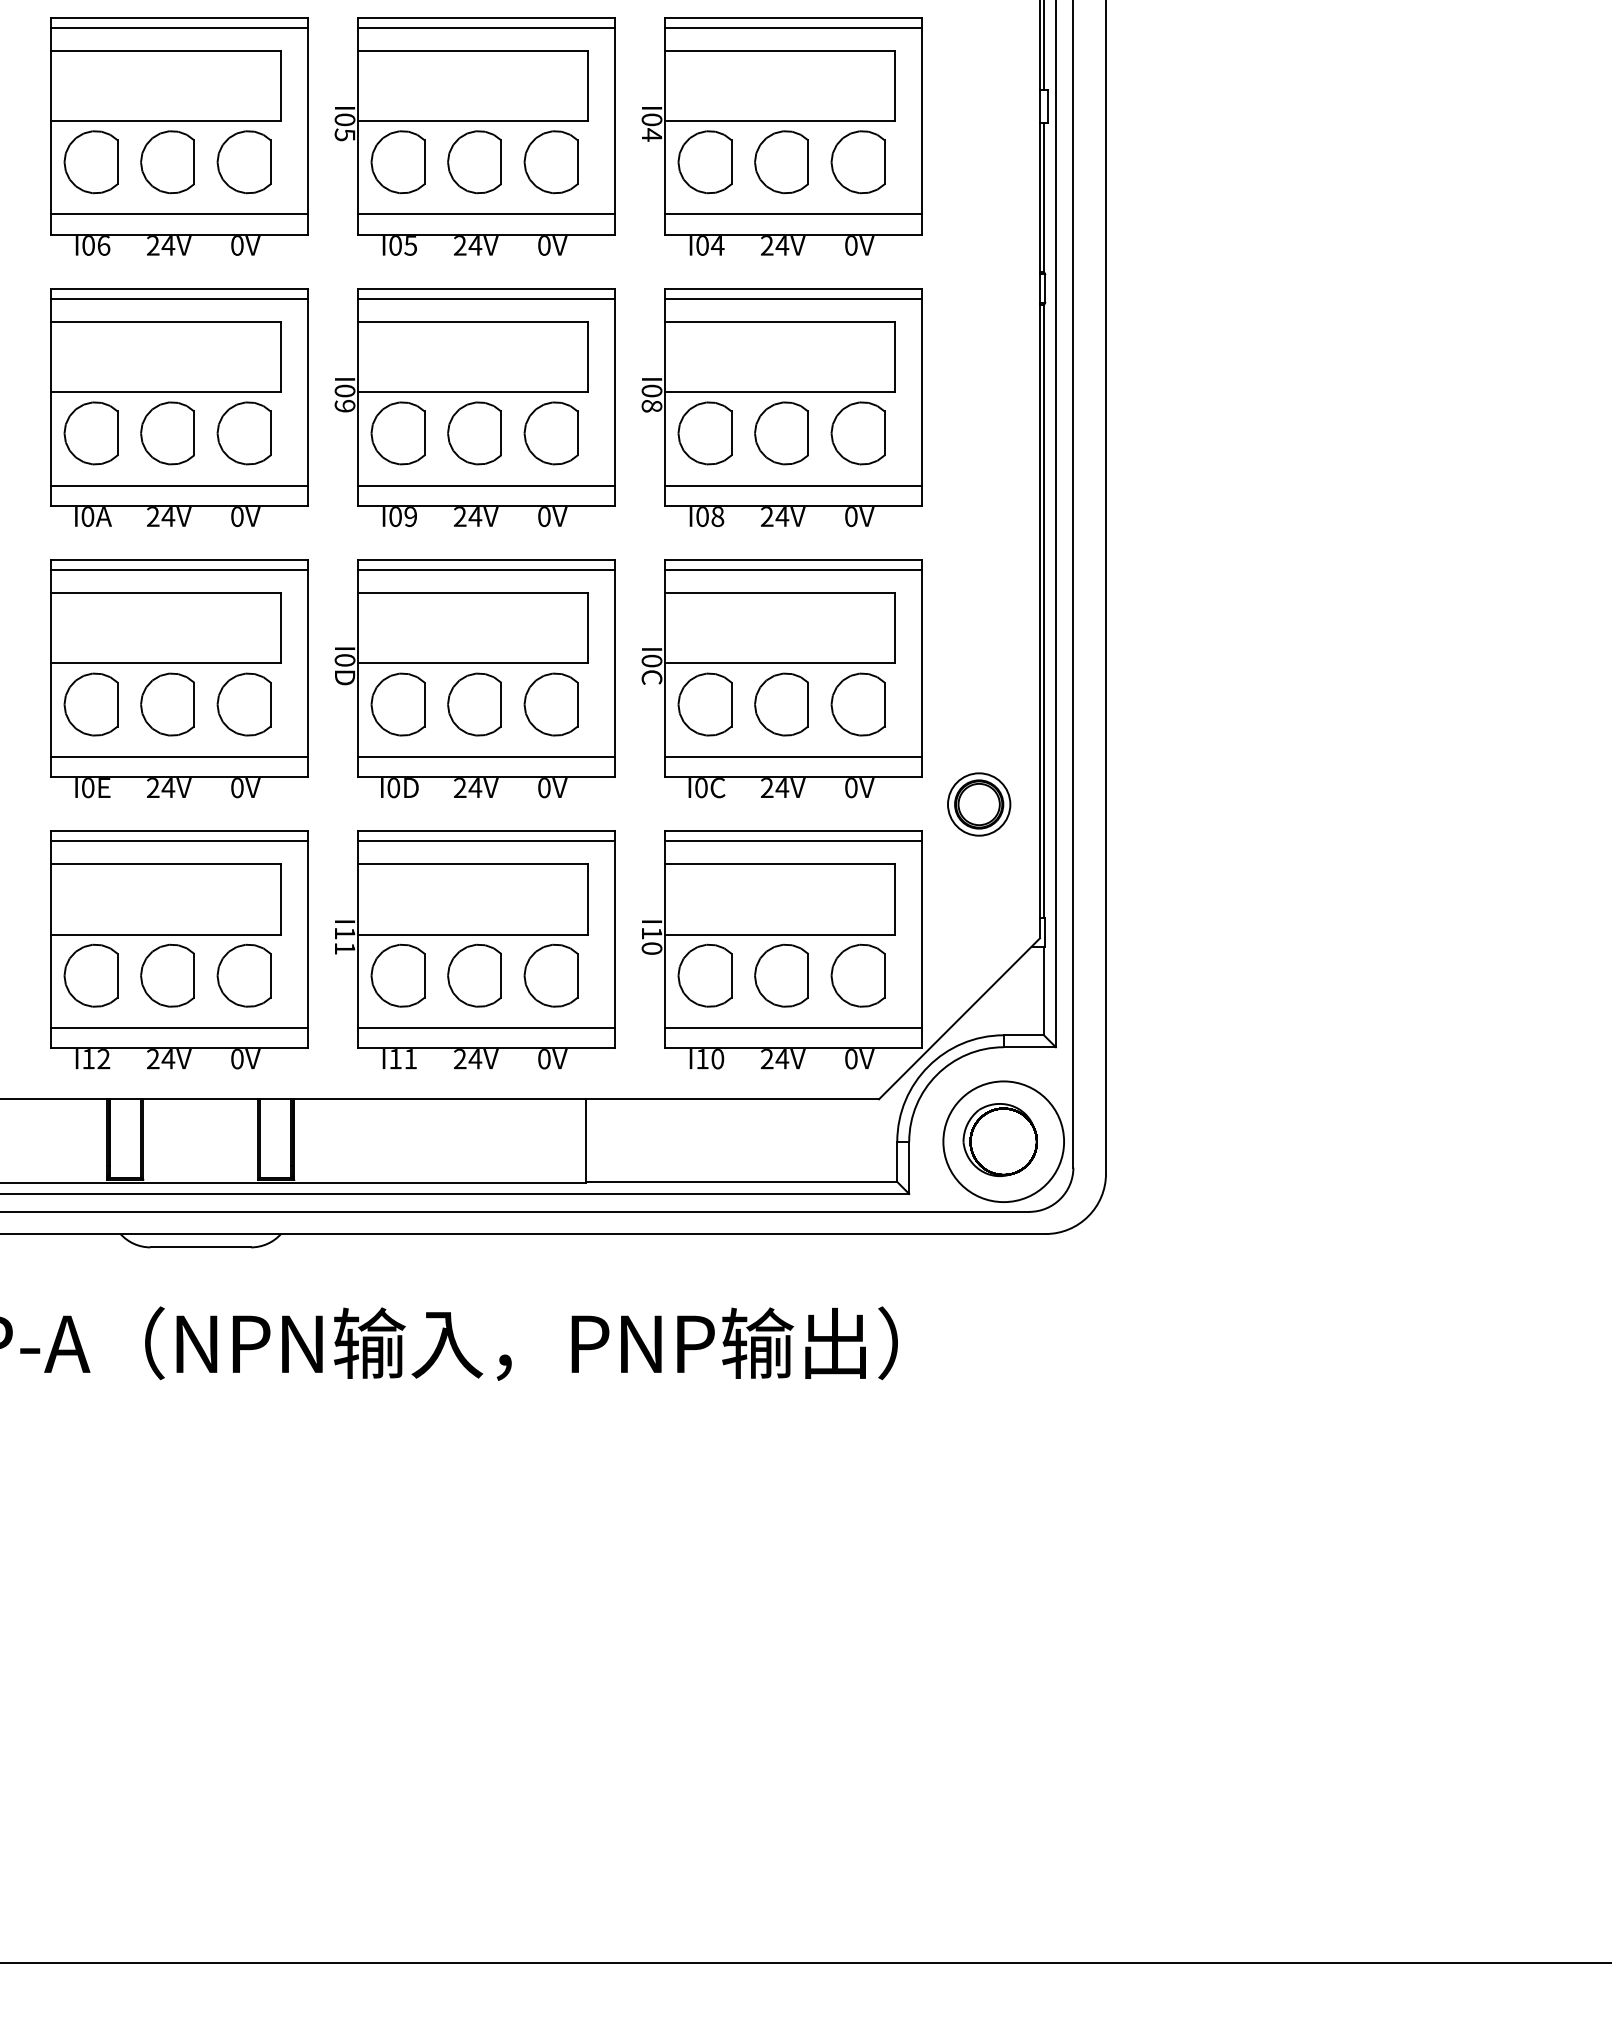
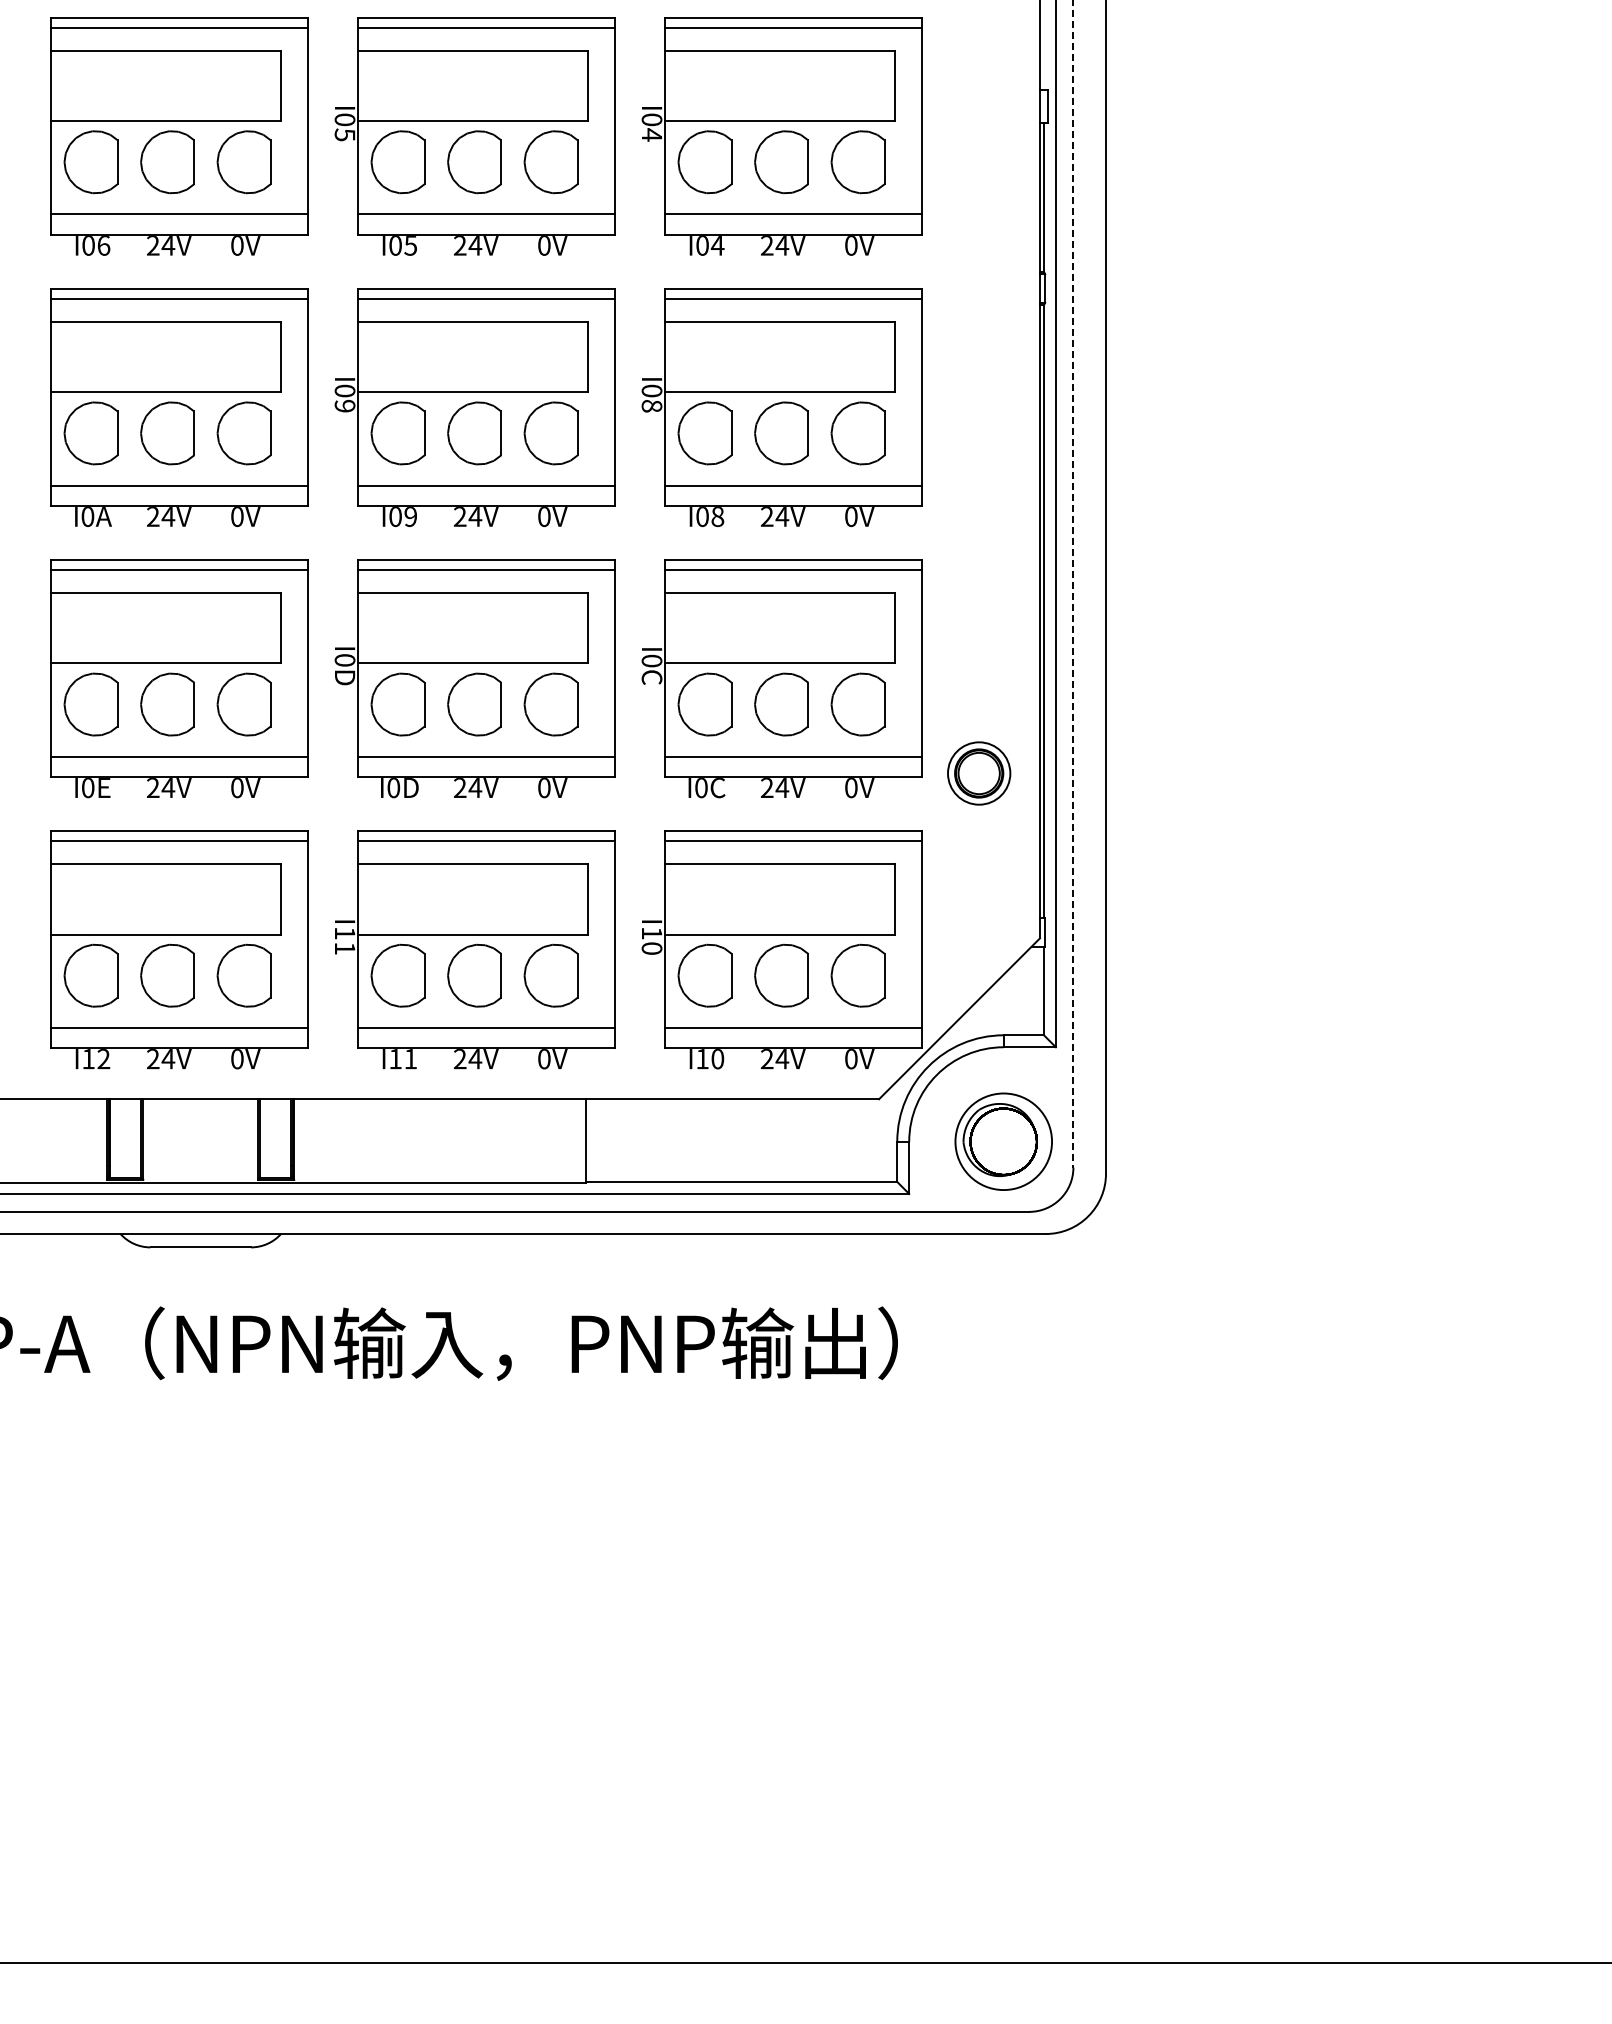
line at (1043, 46): present -> none
line at (1073, 584): solid -> dashed
part at (979, 804) position: (979, 804) -> (979, 773)
circle at (1003, 1141) diameter: 121 px -> 97 px
